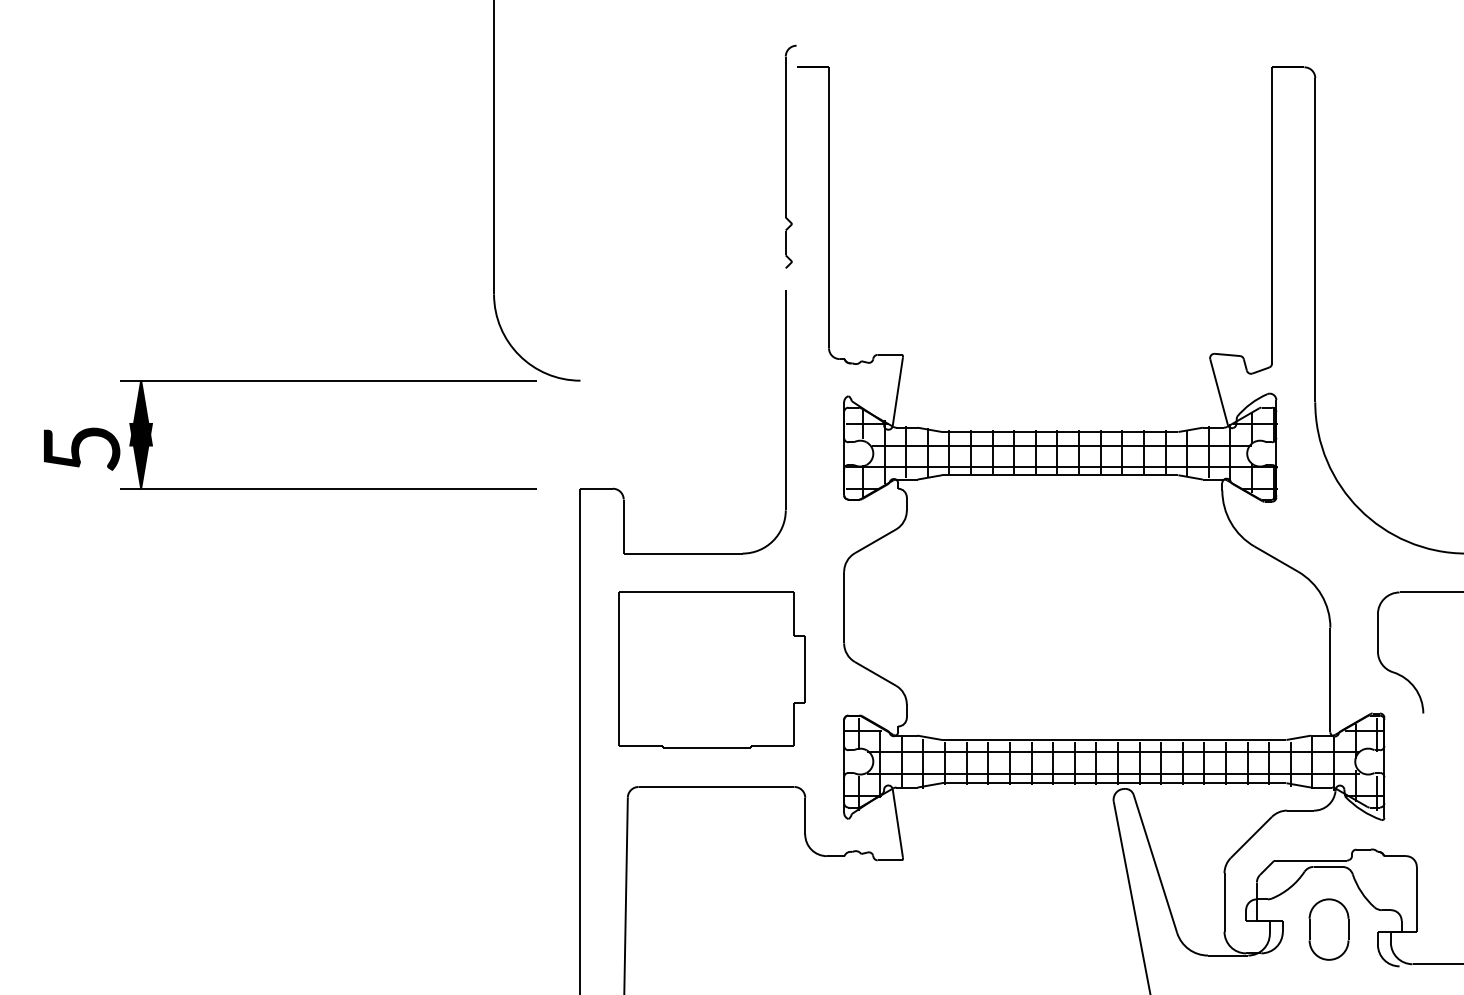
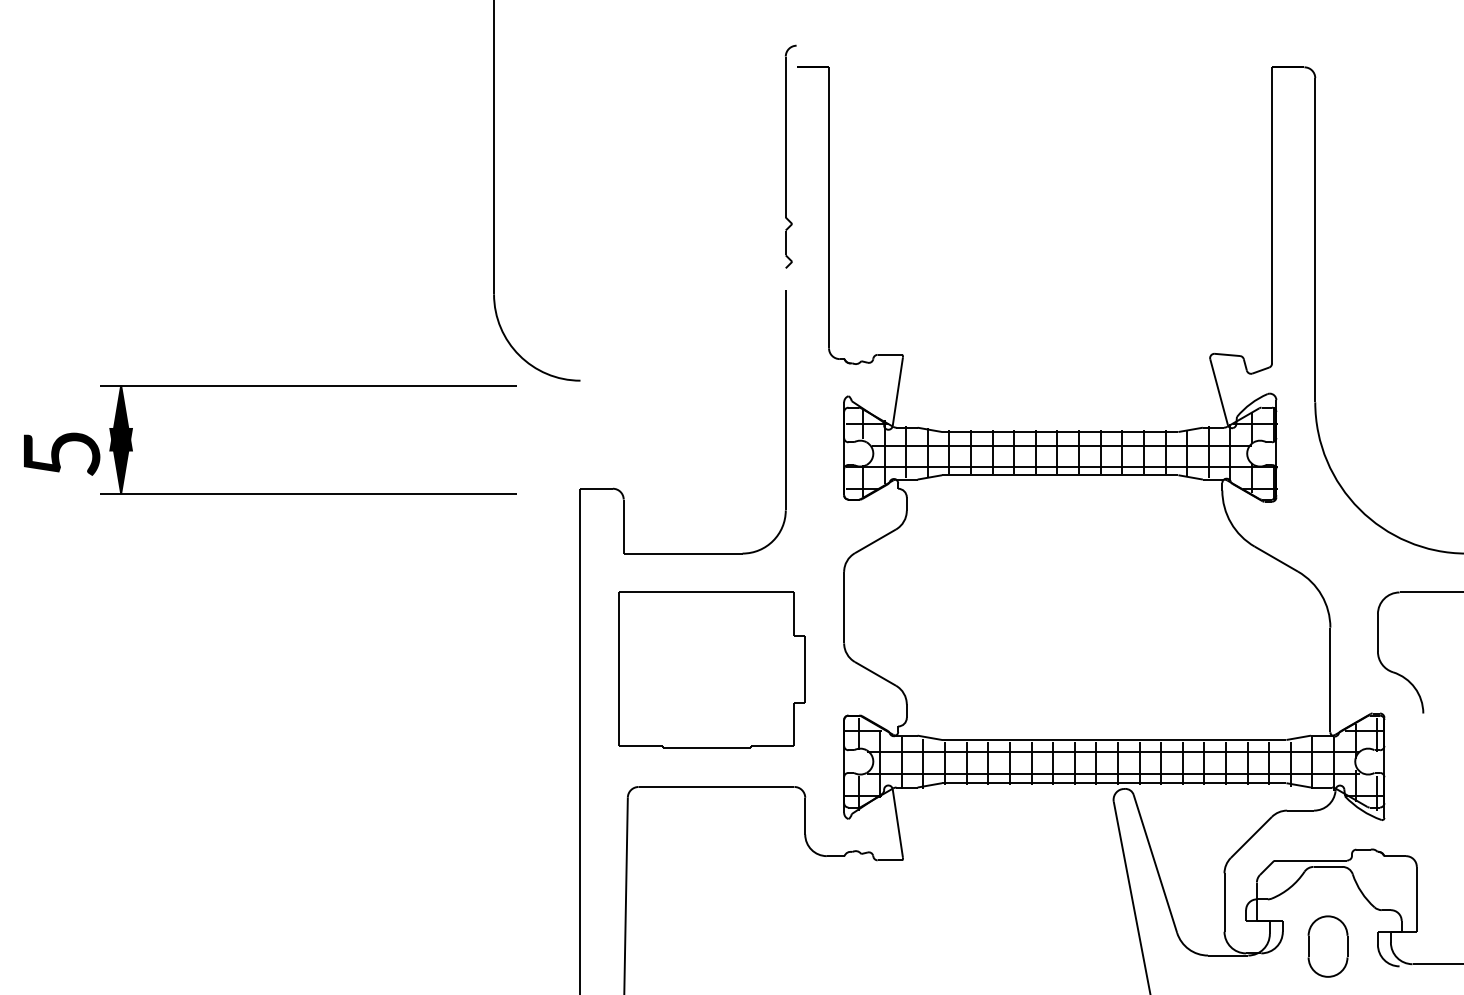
part at (290, 381) position: (290, 381) -> (270, 386)
part at (1328, 929) position: (1328, 929) -> (1327, 946)
